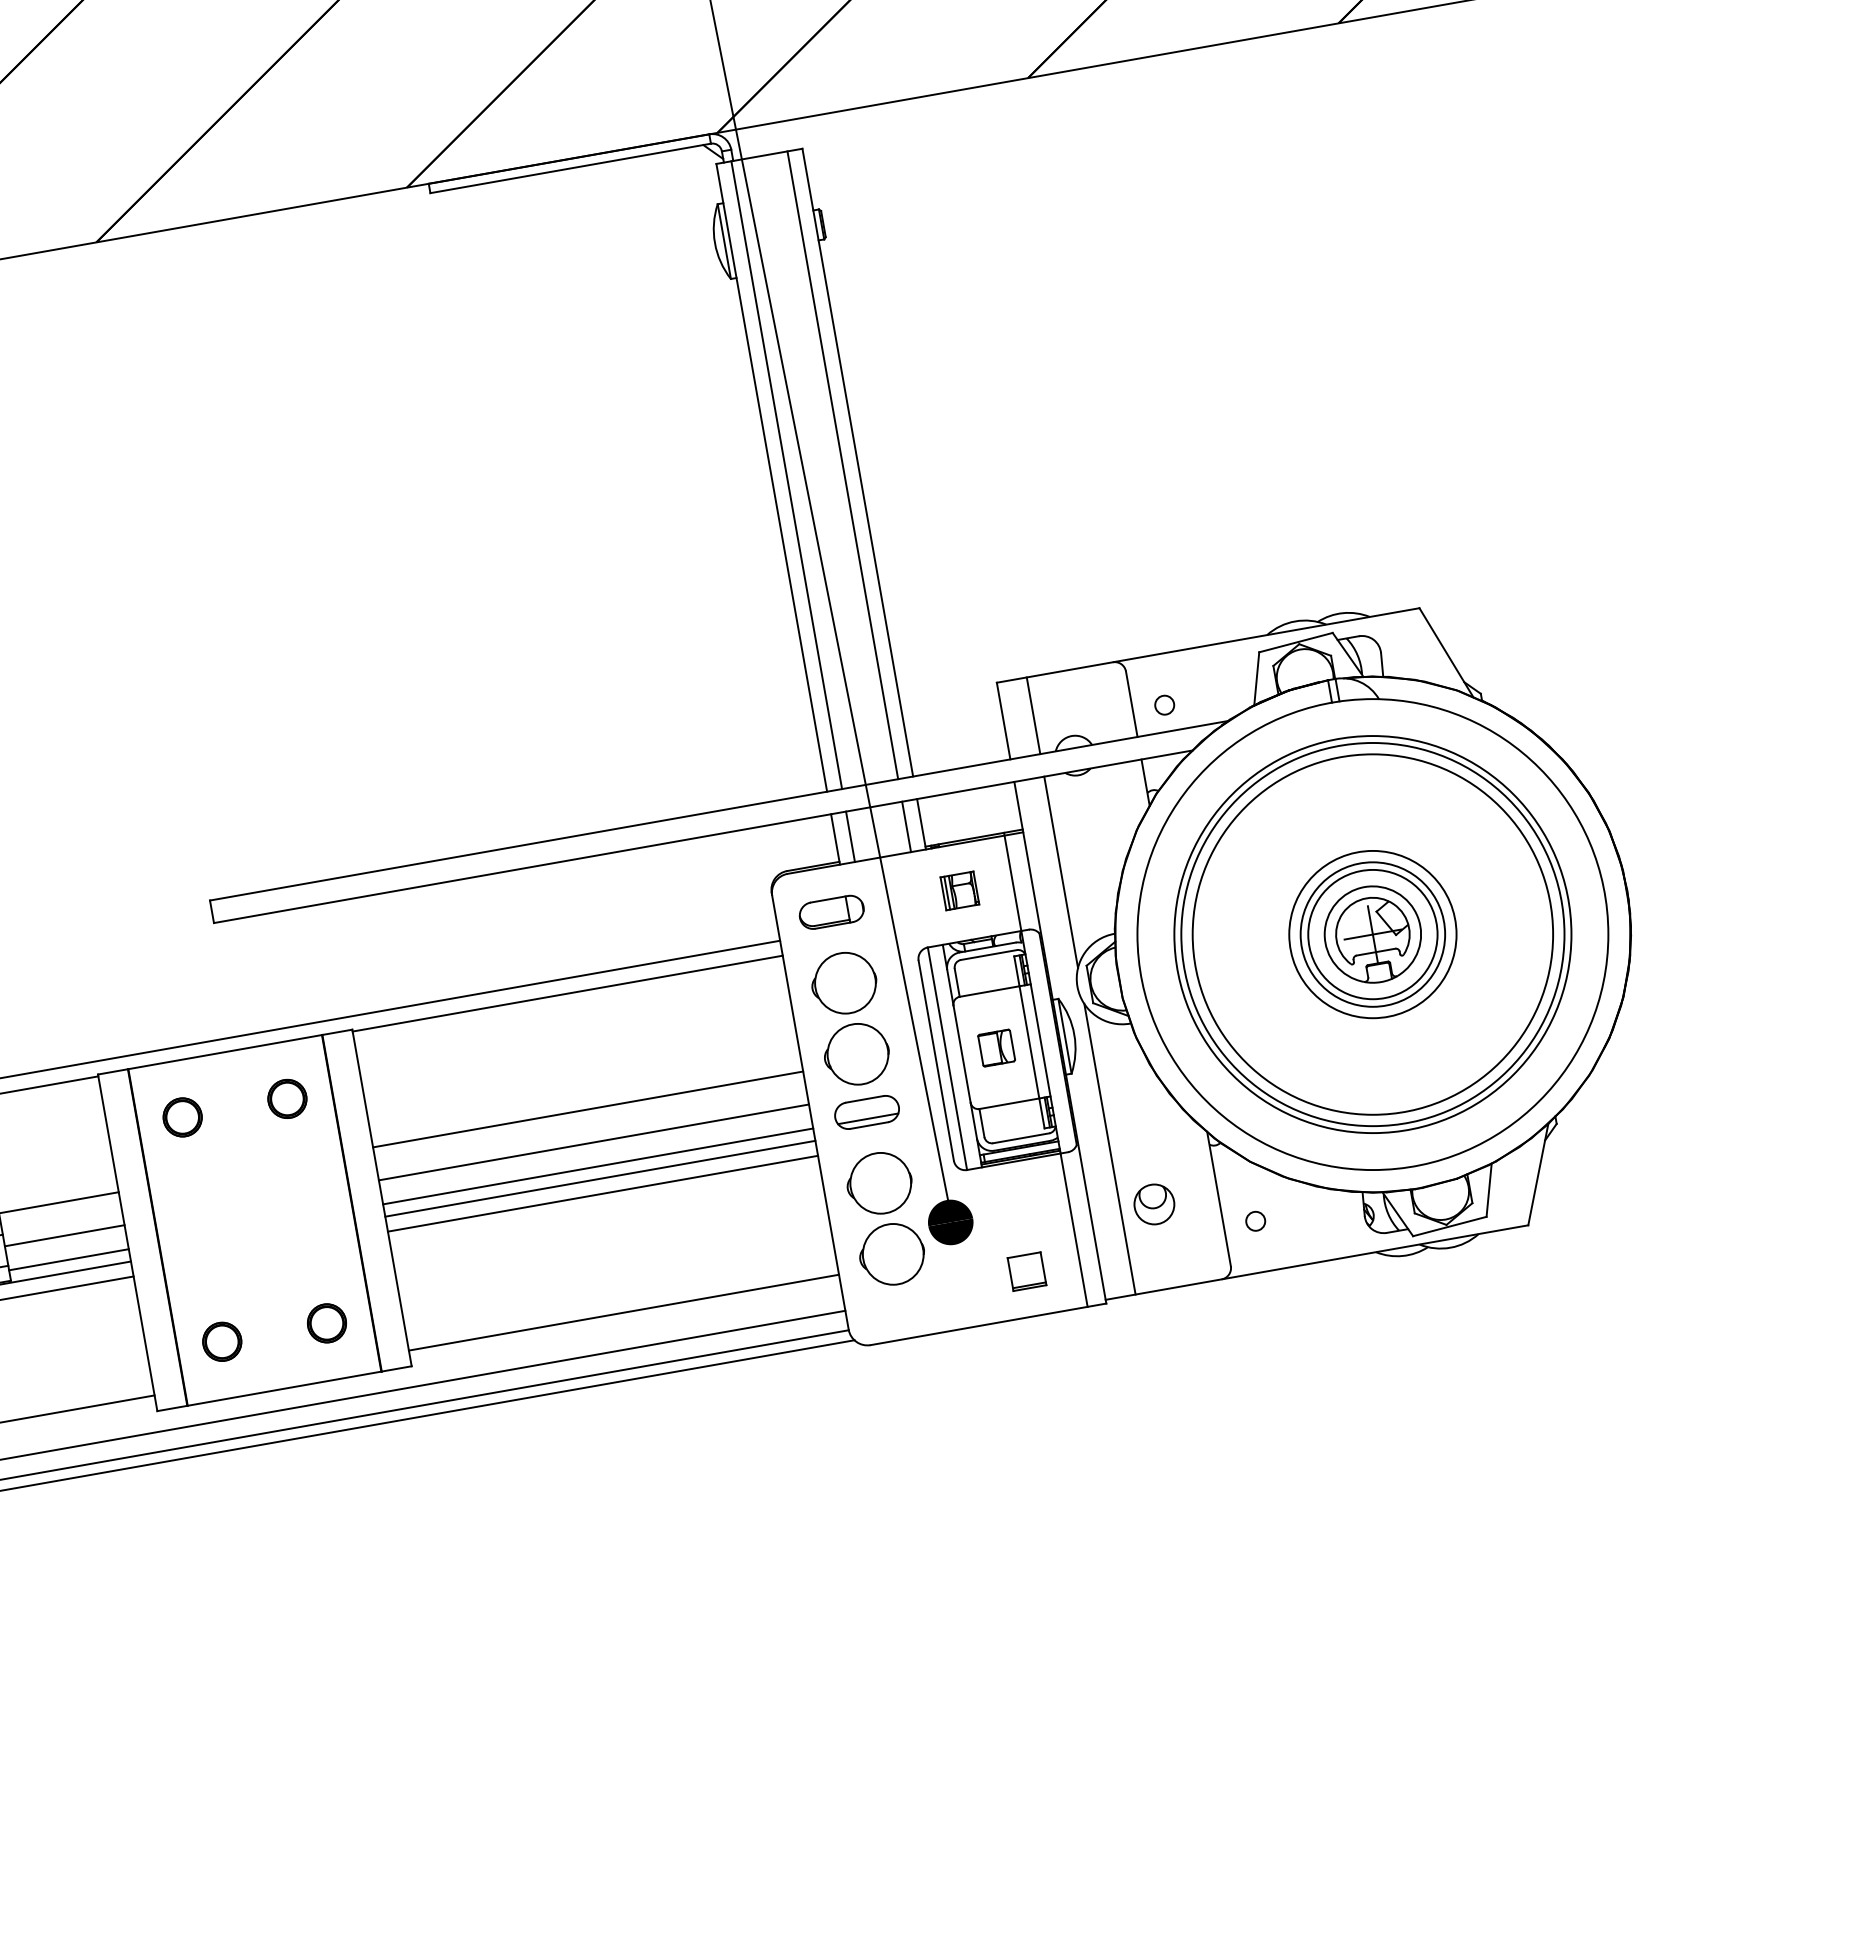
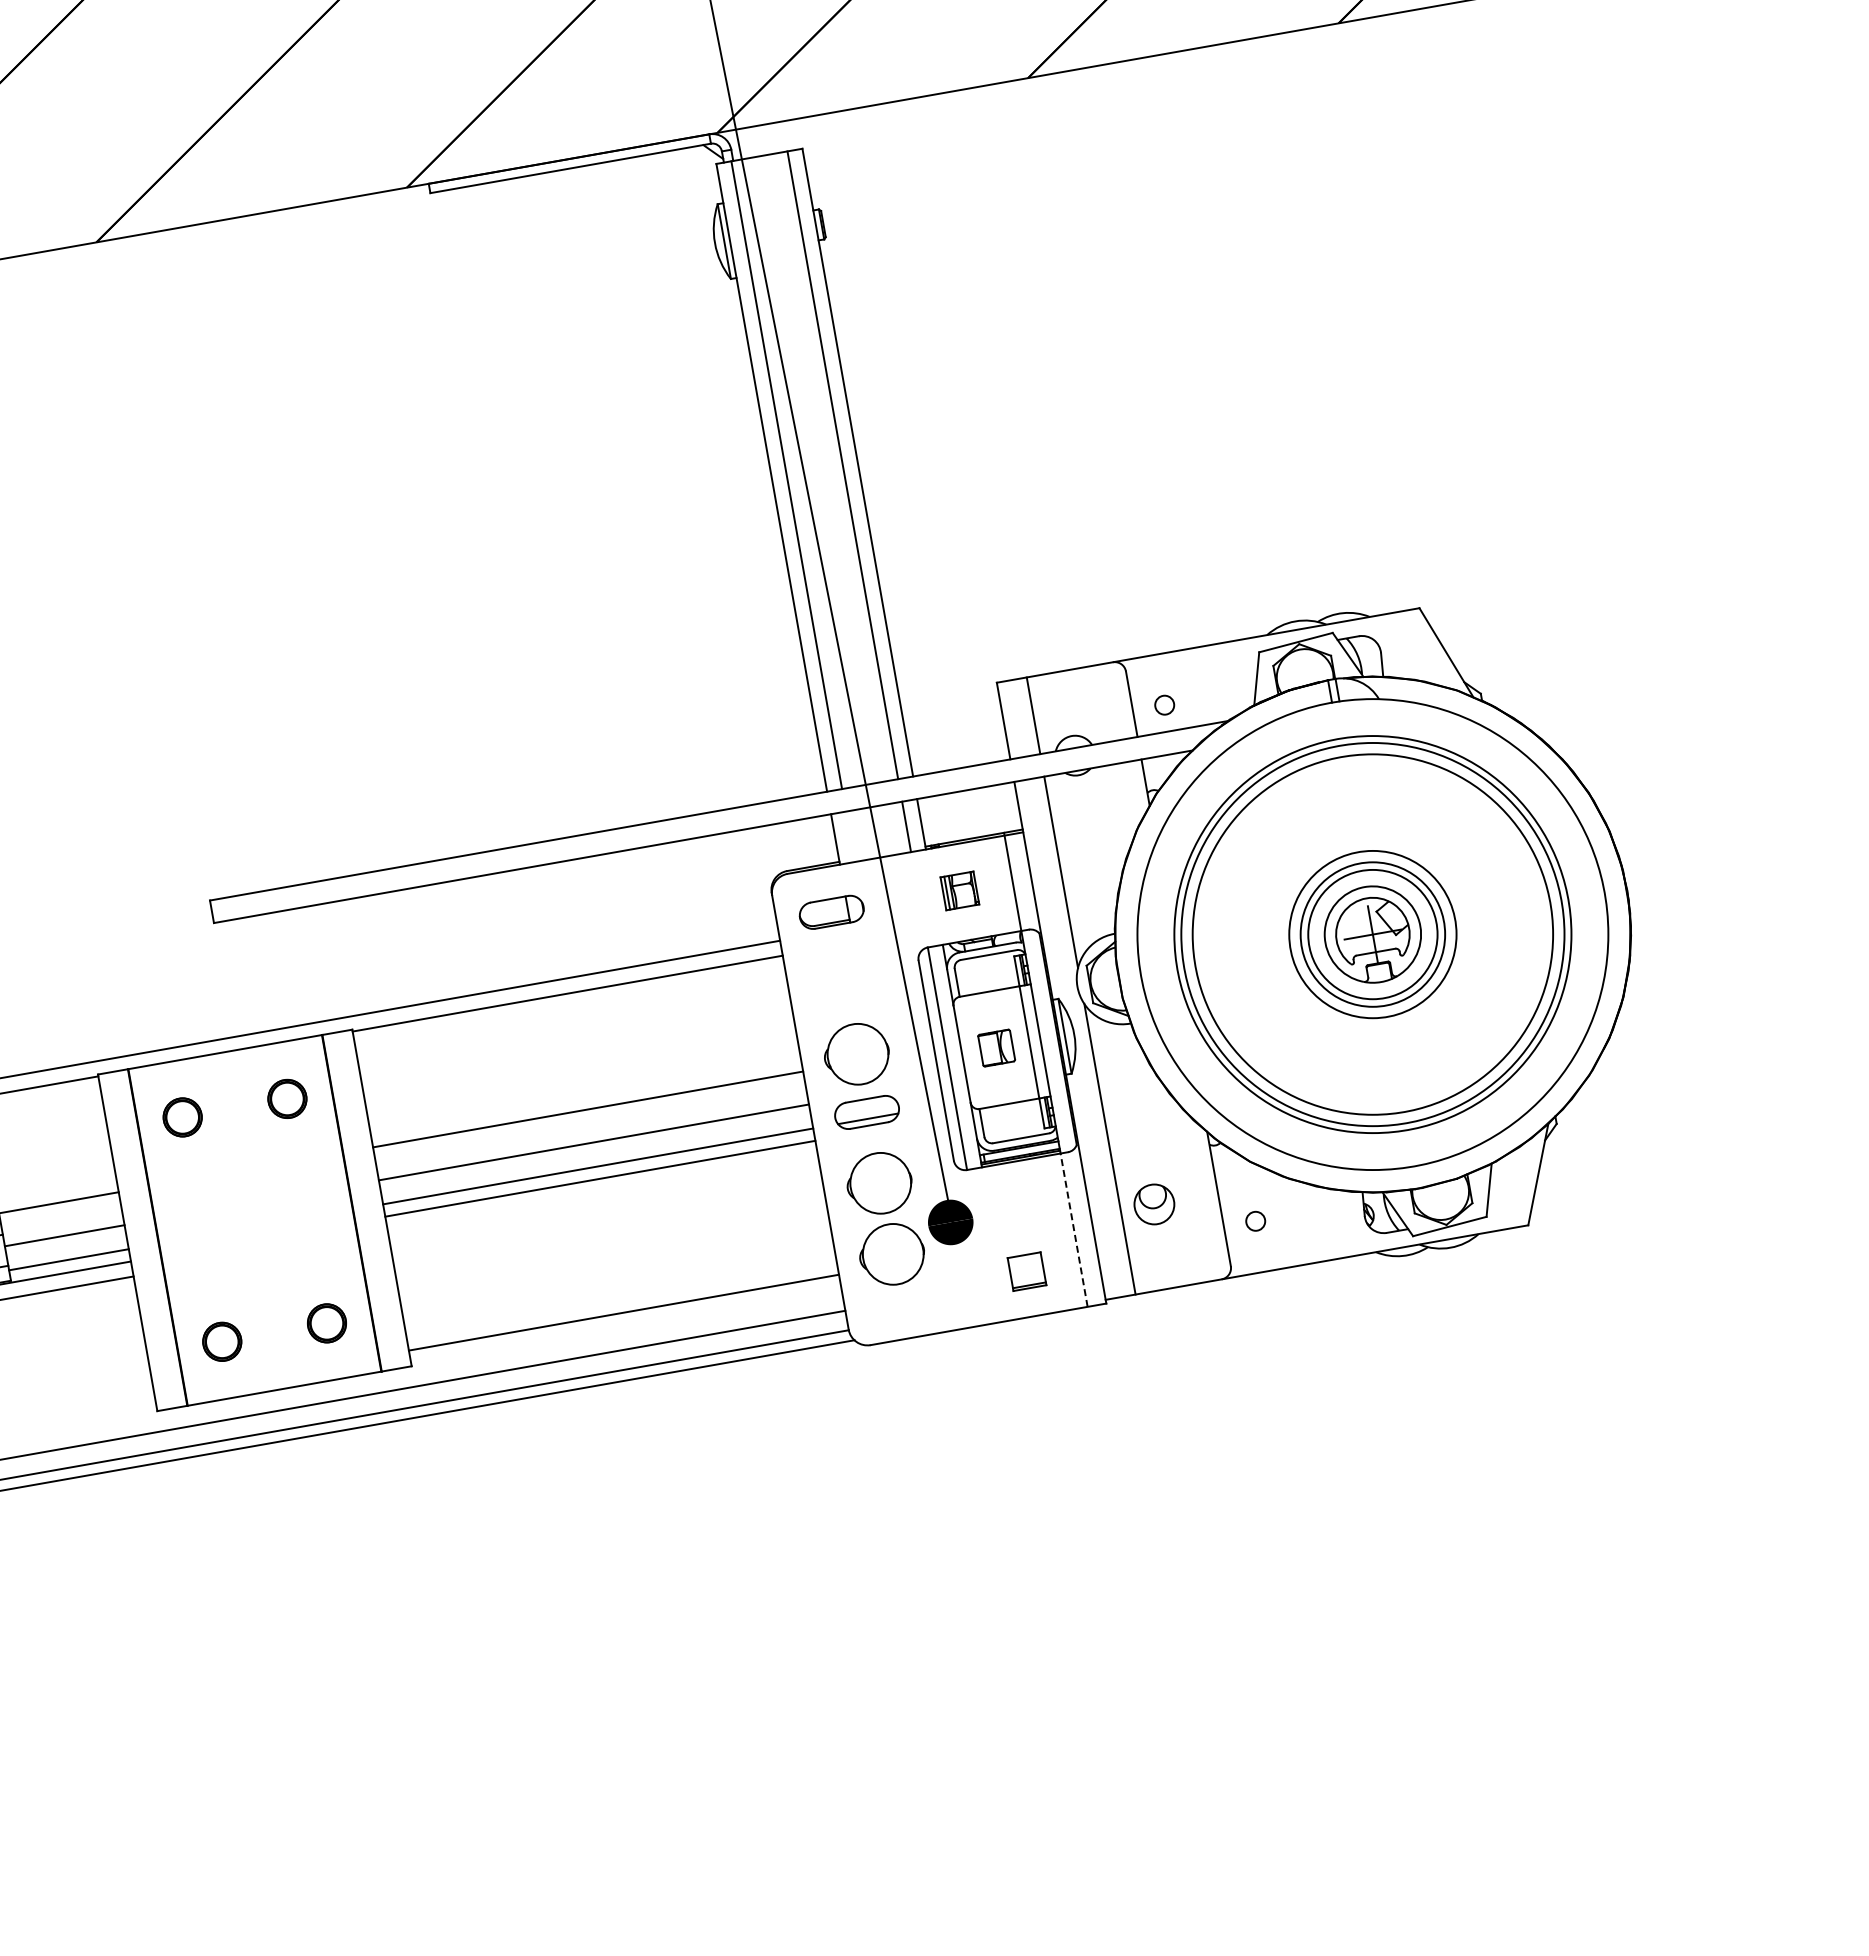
line at (850, 836): present -> none
part at (844, 983): present -> none
line at (602, 1193): present -> none
line at (1074, 1230): solid -> dashed
line at (78, 1408): present -> none
